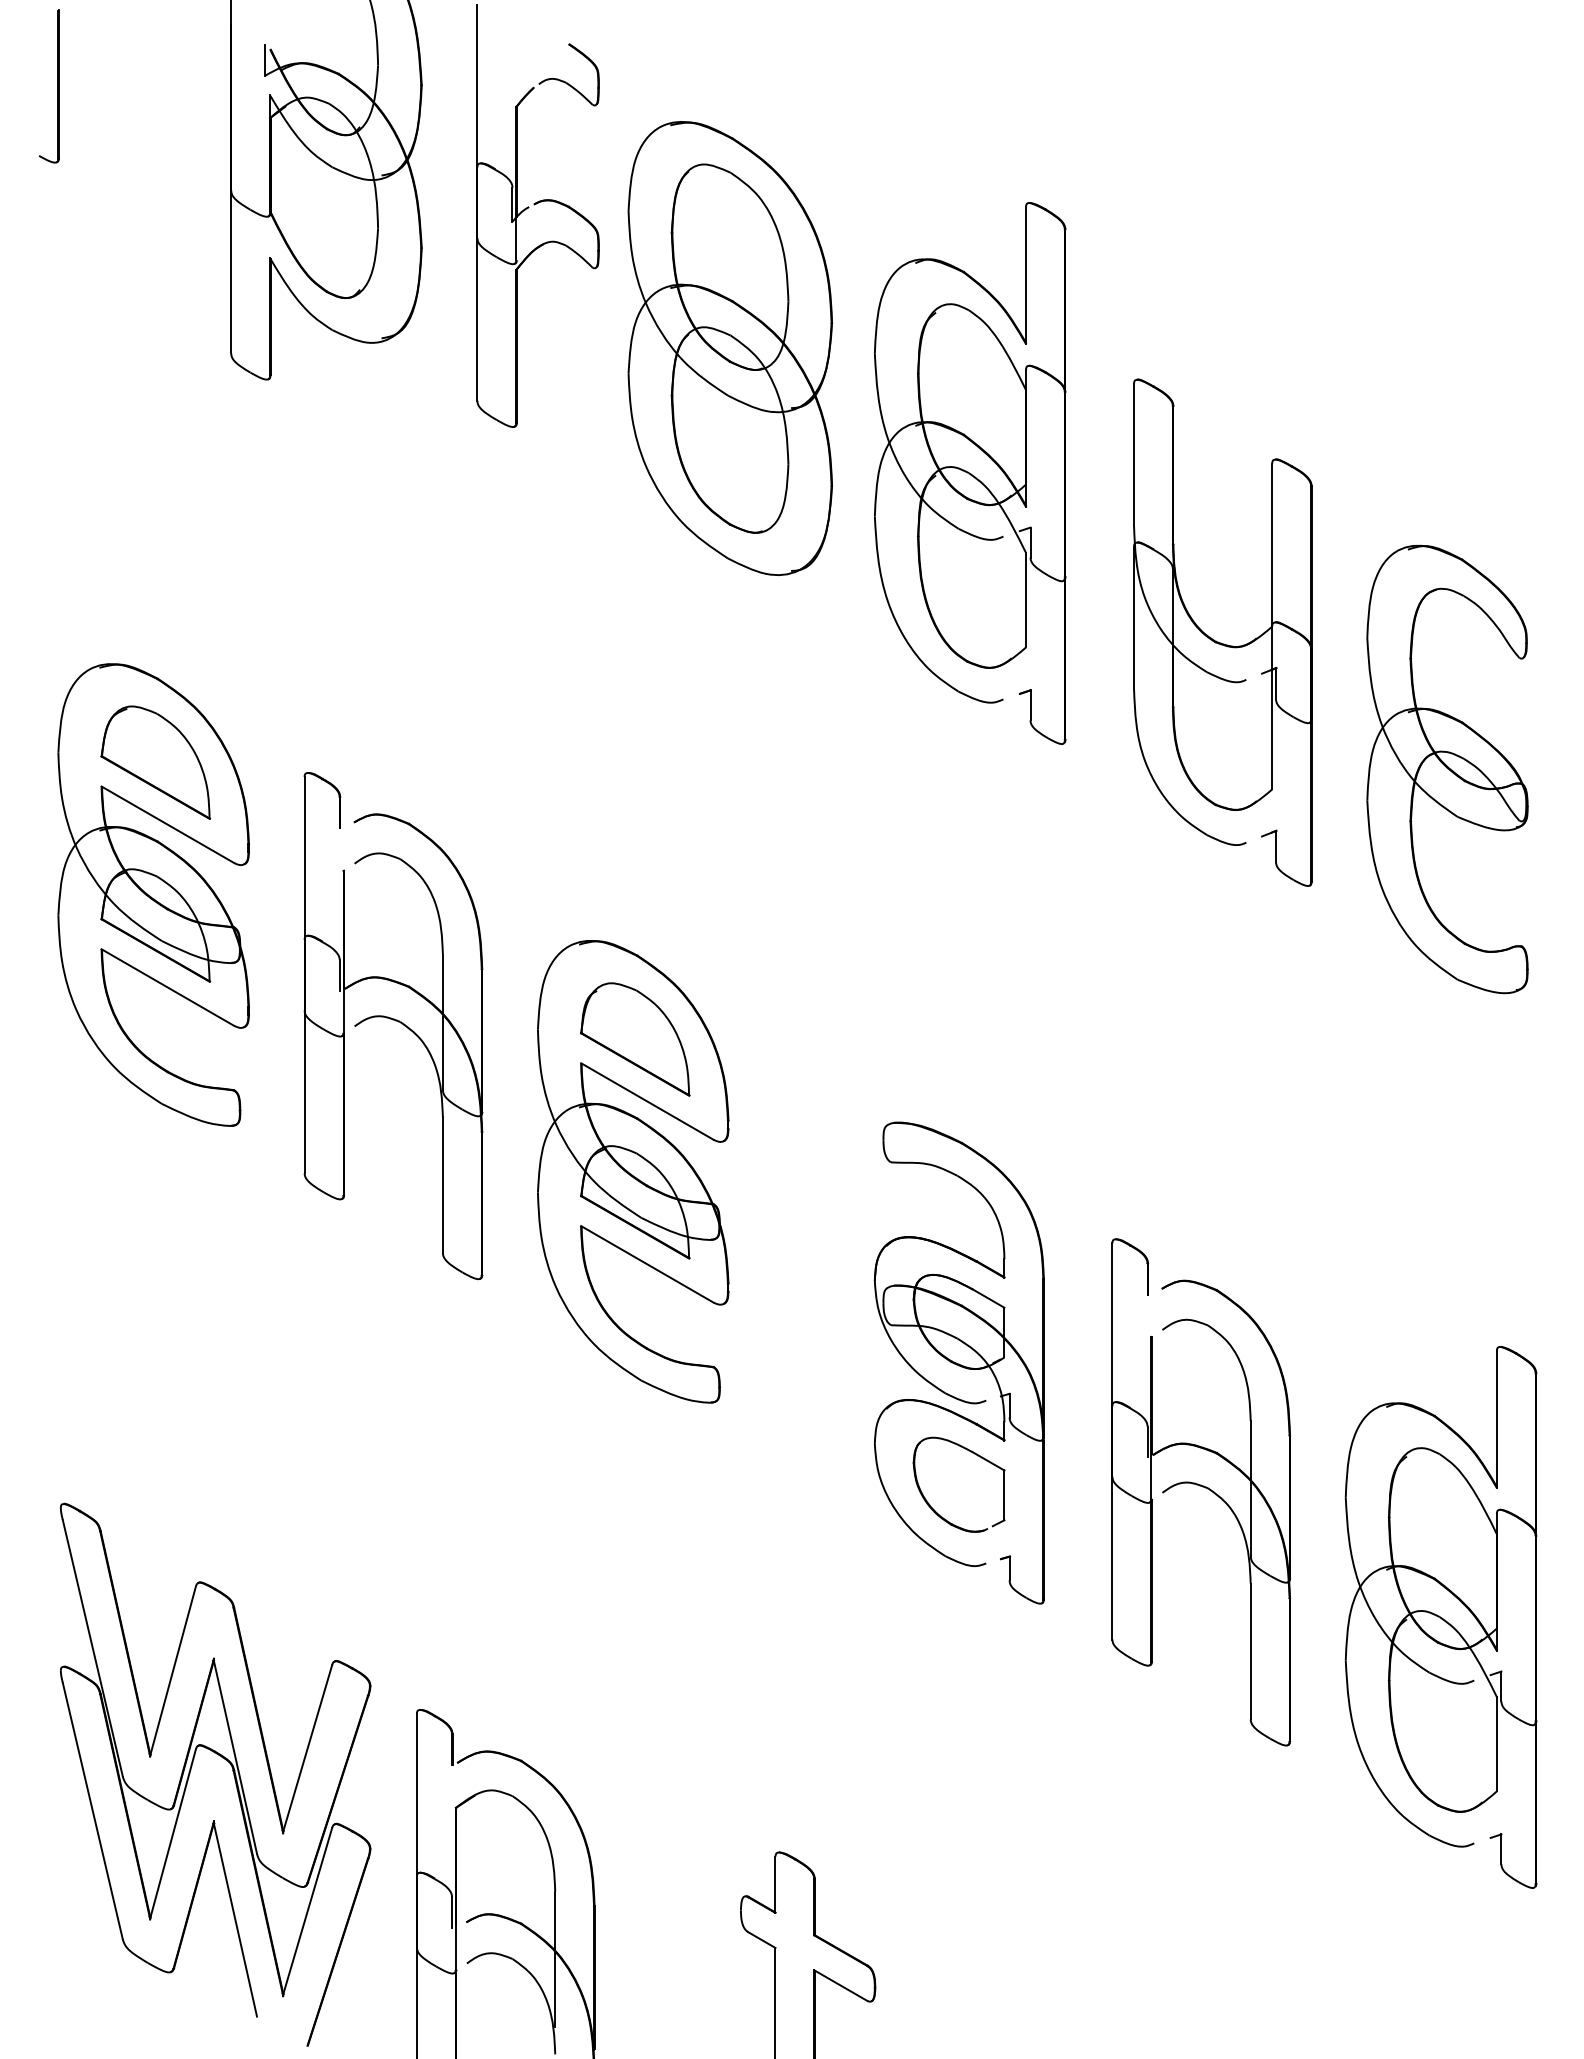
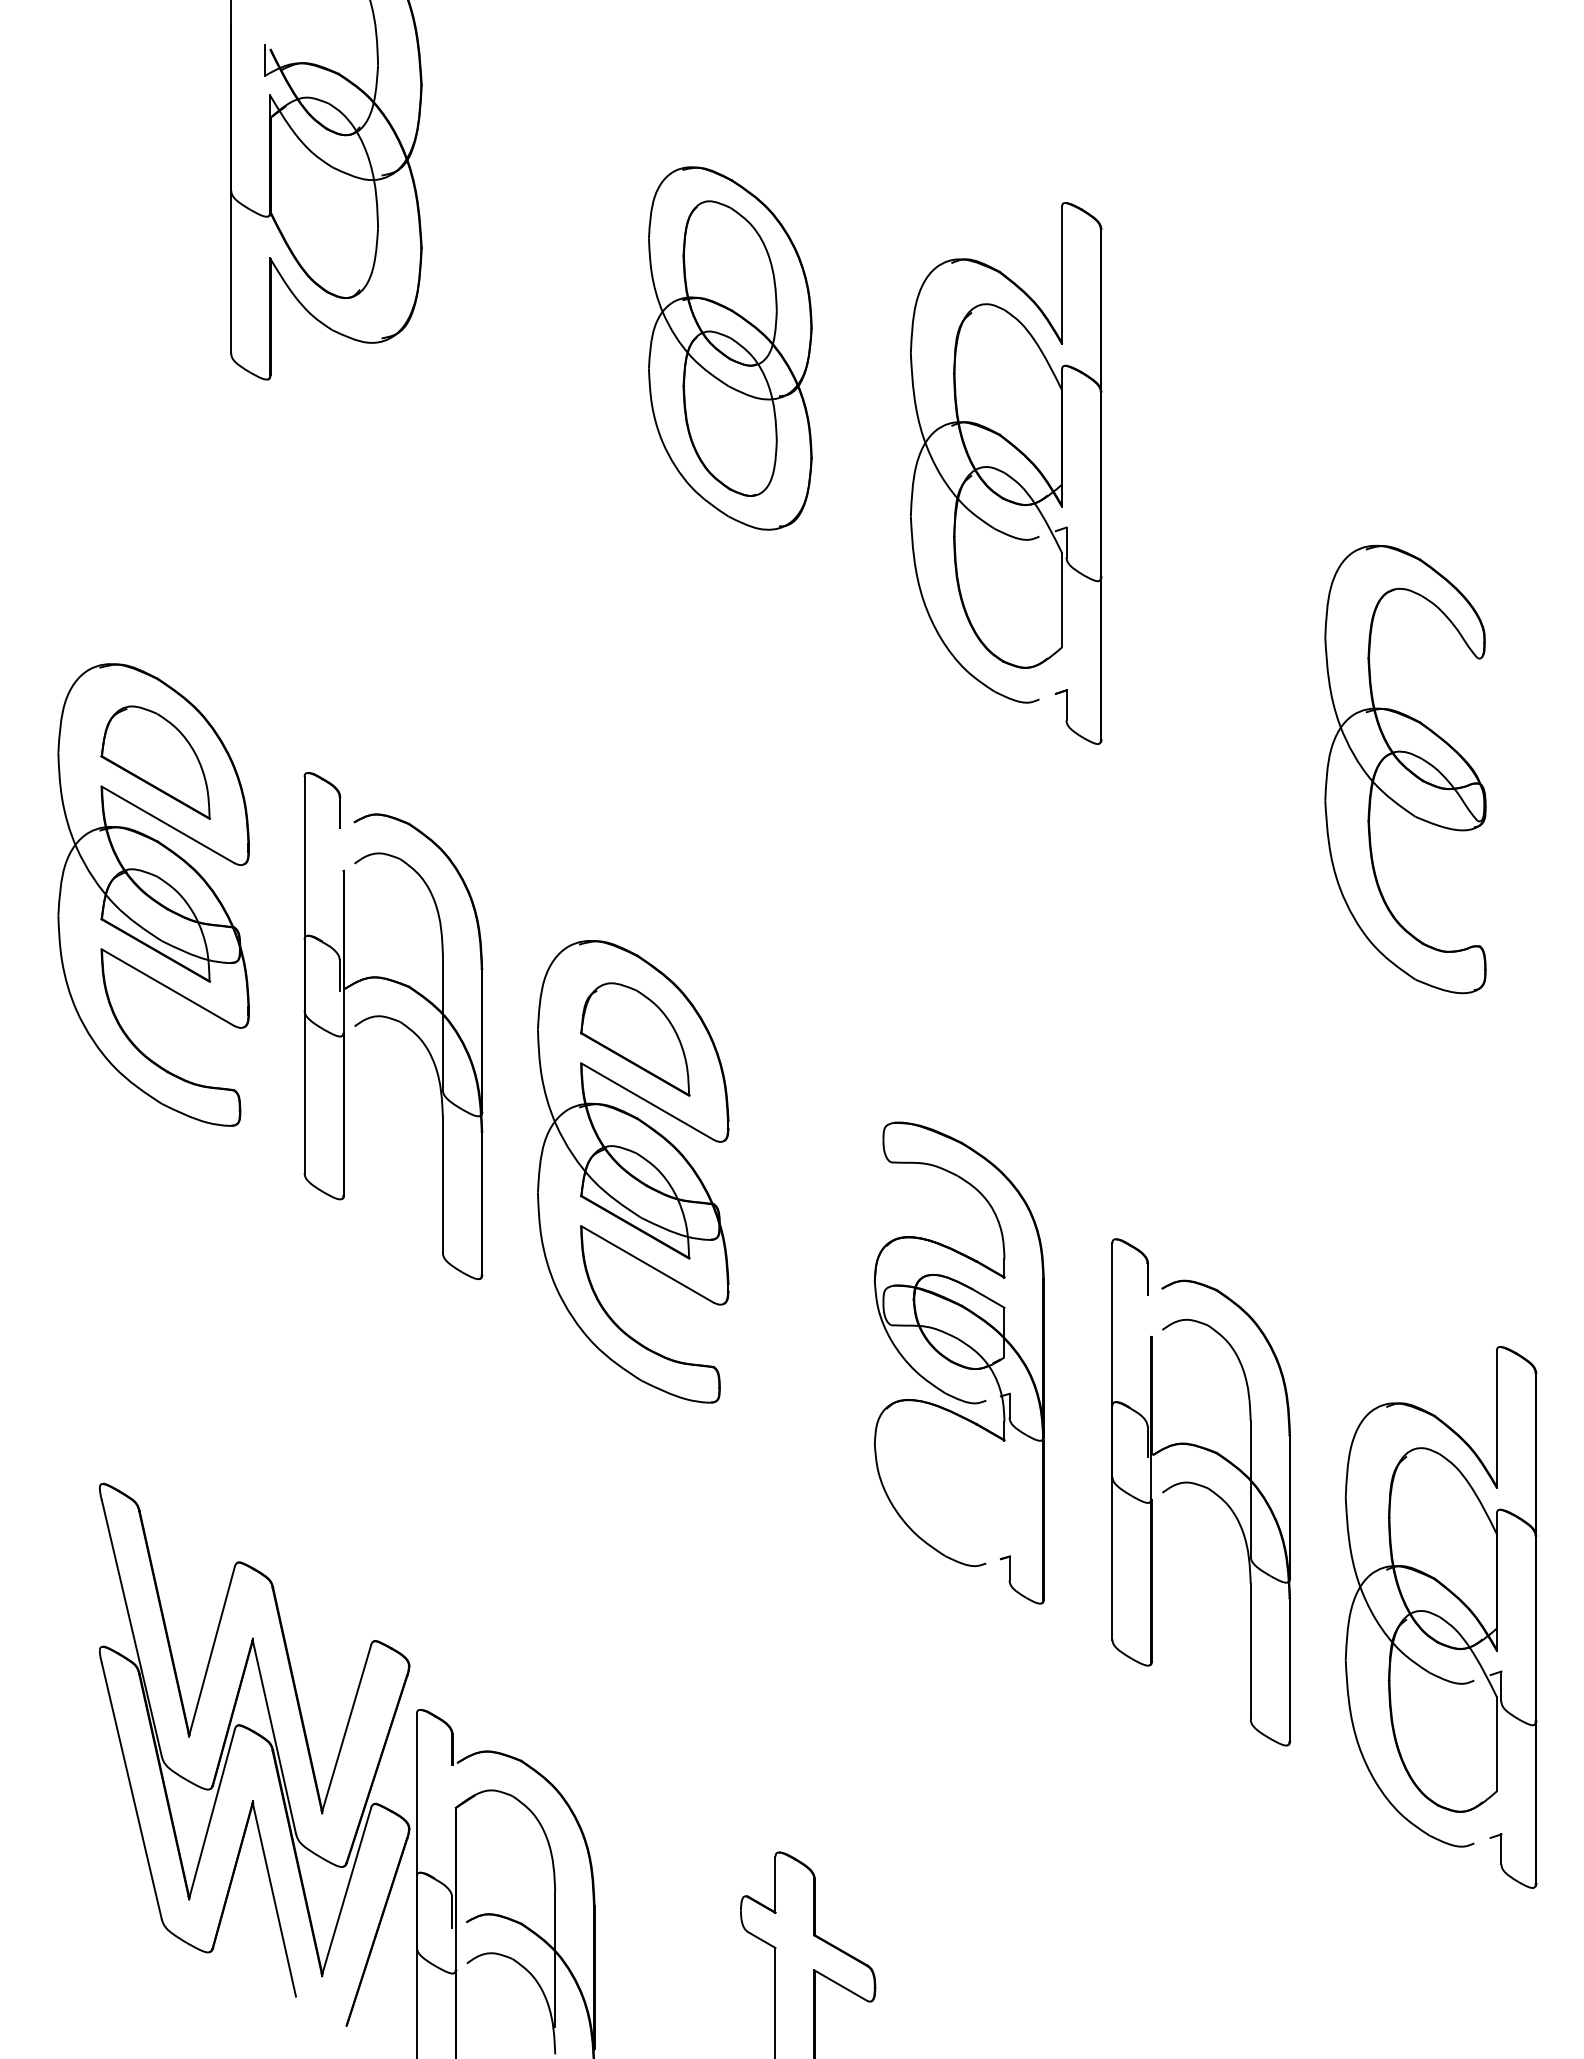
part at (57, 86): present -> none
part at (534, 205): present -> none
part at (730, 348) size: 207x455 px -> 165x365 px
part at (970, 473) position: (970, 473) -> (1006, 473)
part at (1218, 641): present -> none
part at (1447, 769) position: (1447, 769) -> (1405, 769)
part at (977, 1456): present -> none
part at (225, 1760) position: (225, 1760) -> (264, 1740)
